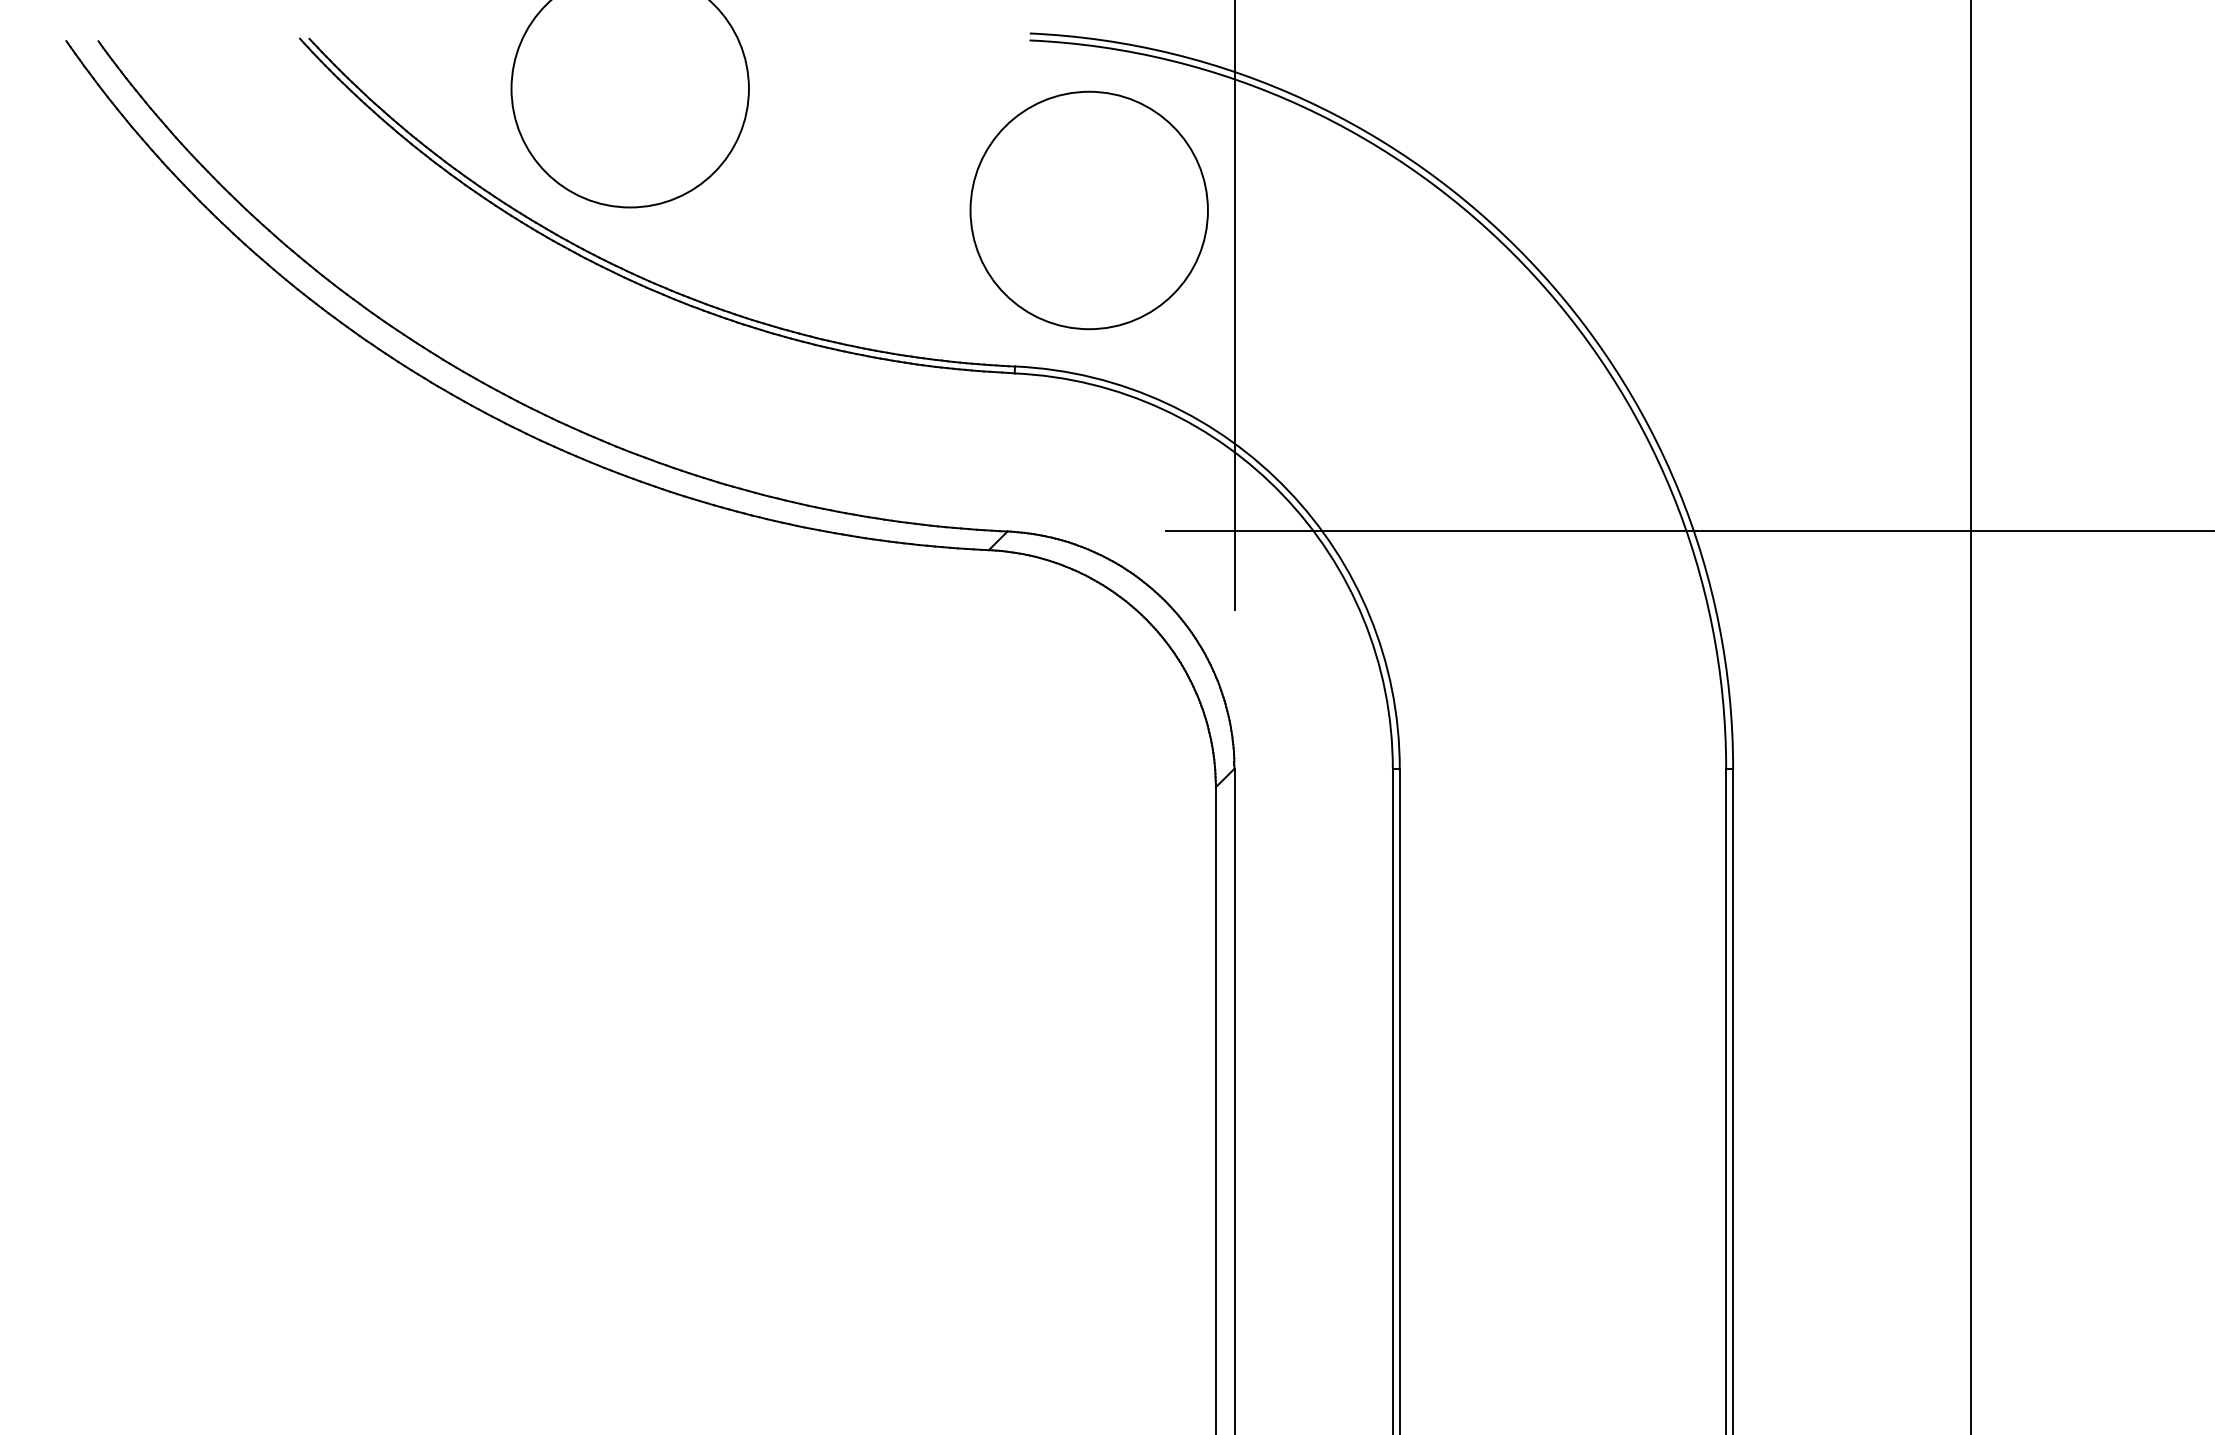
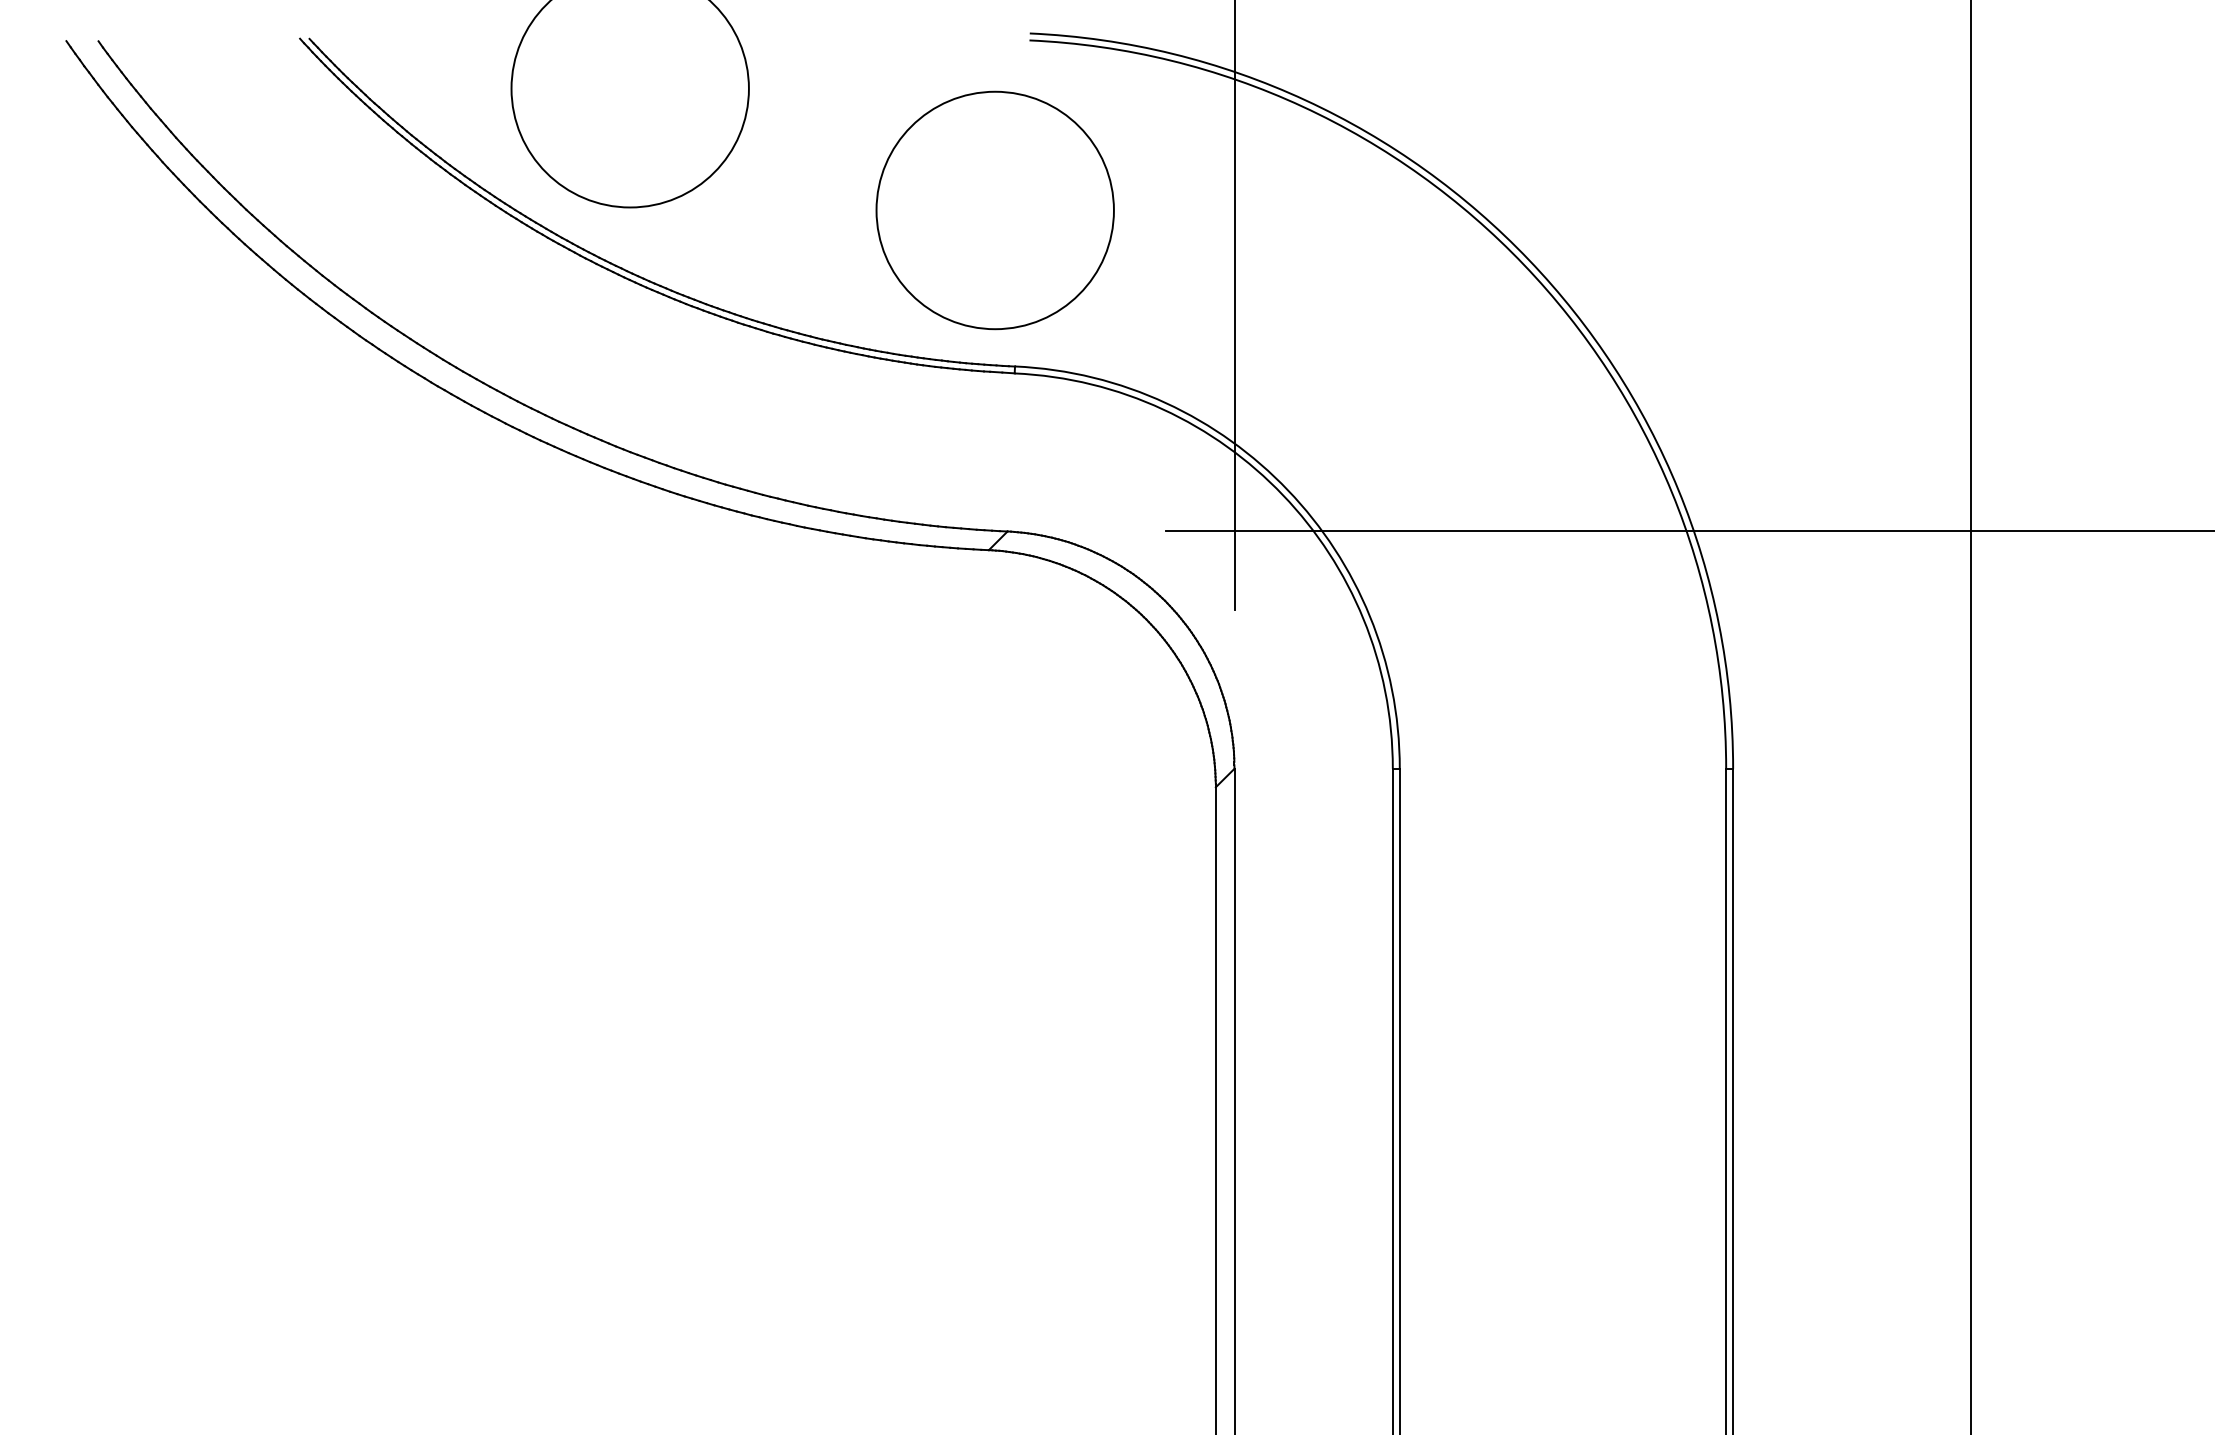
circle at (1088, 210) position: (1088, 210) -> (994, 210)
